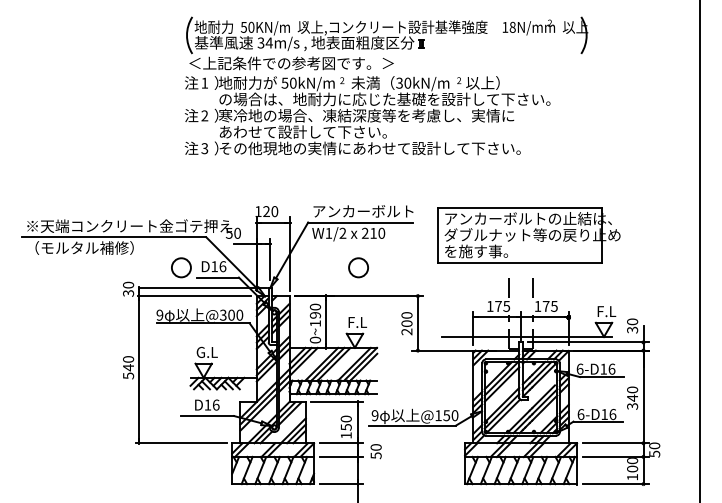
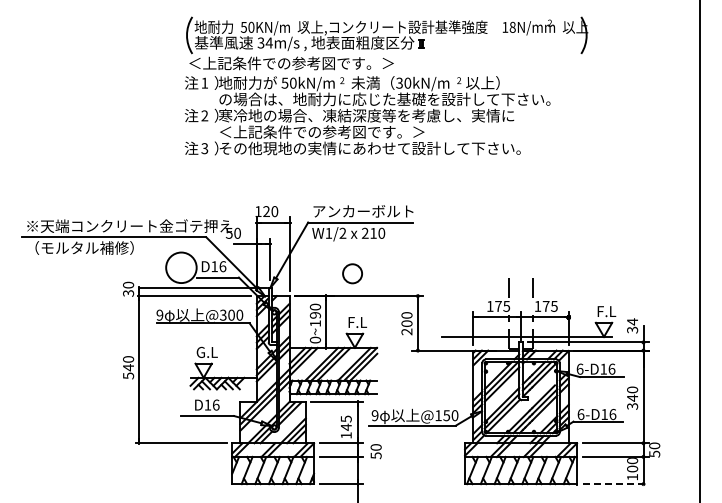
text at (321, 131): あわせて設計して下さい。 -> ＜上記条件での参考図です。＞
part at (528, 235): present -> none
circle at (180, 267) diameter: 19 px -> 31 px
circle at (358, 267) position: (358, 267) -> (352, 273)
text at (632, 321): 30 -> 34
text at (345, 422): 150 -> 145
line at (616, 484): solid -> dashed
